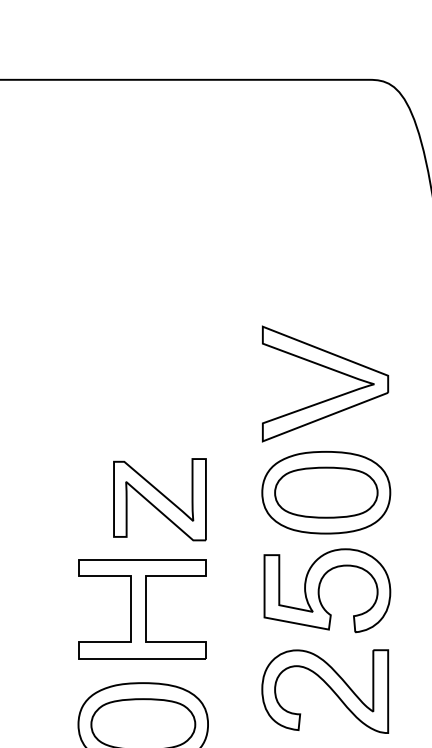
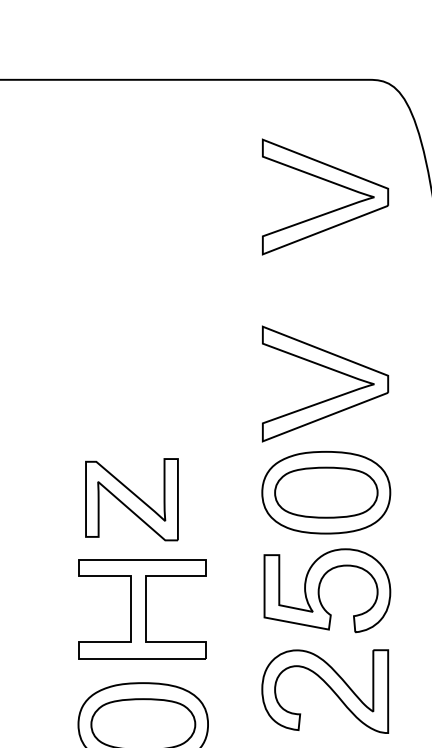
part at (331, 183): none -> present
part at (159, 499) position: (159, 499) -> (131, 499)
